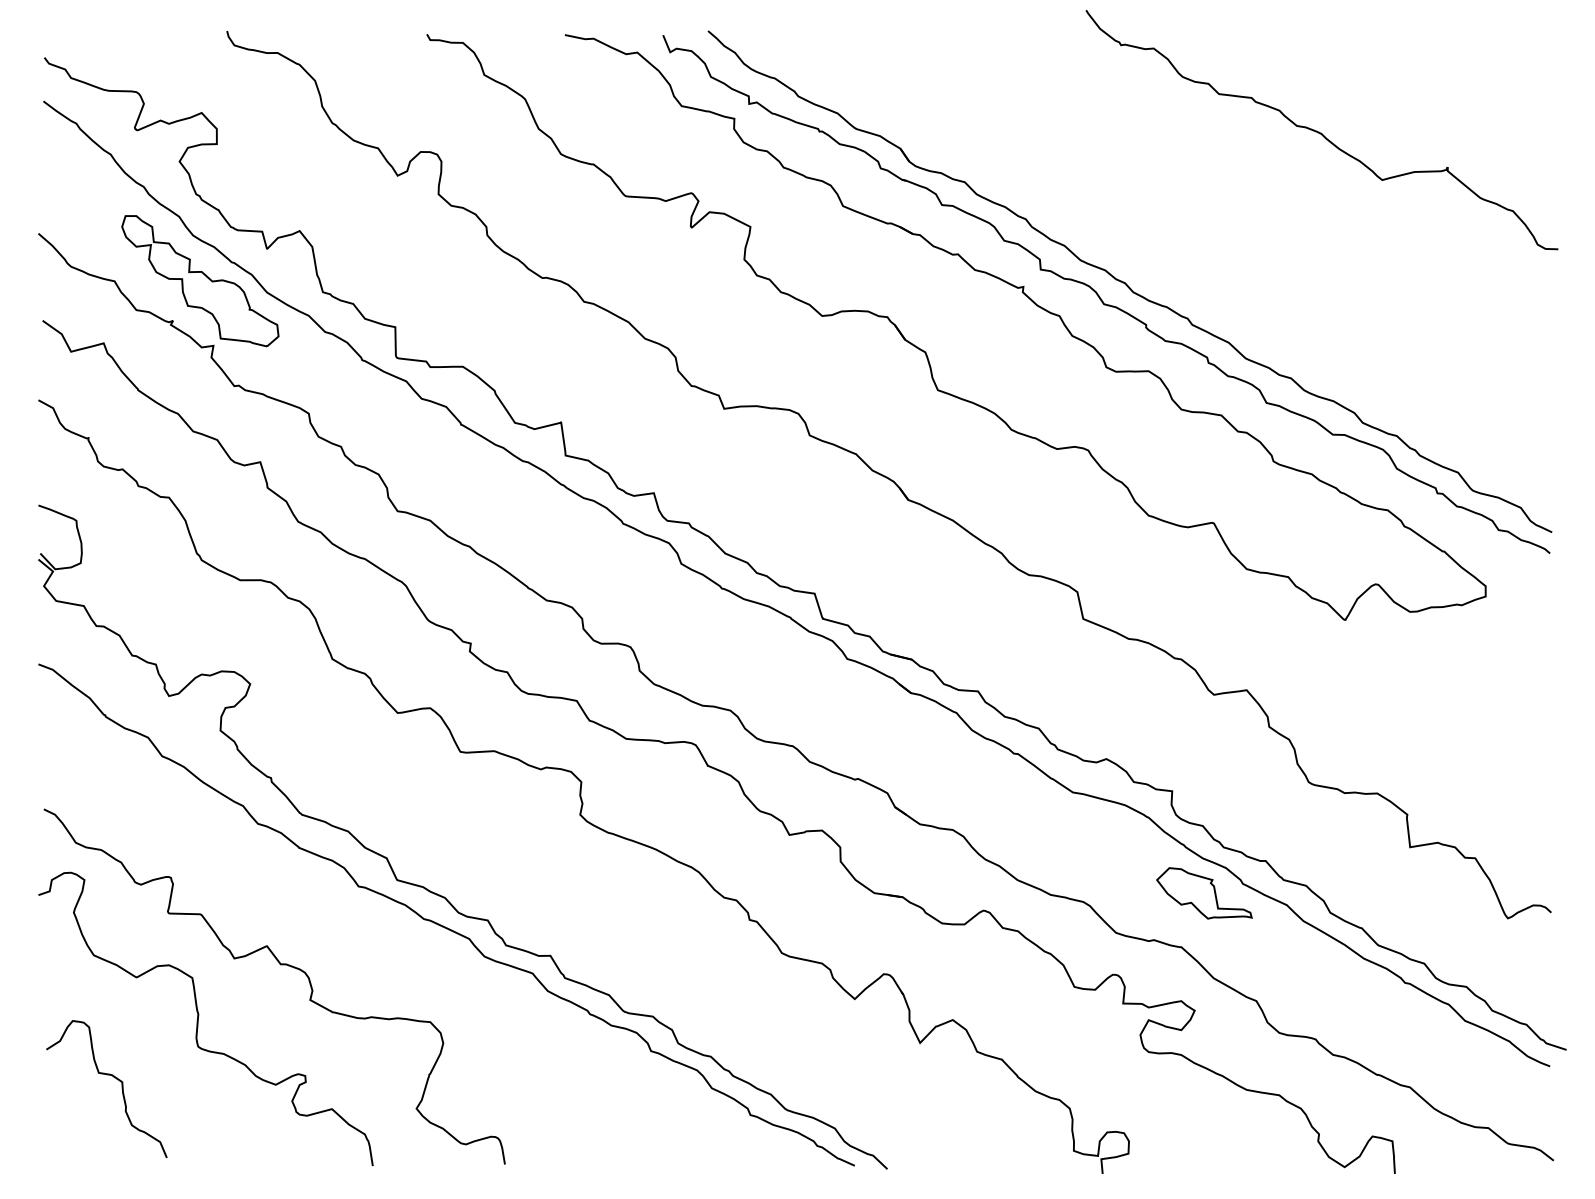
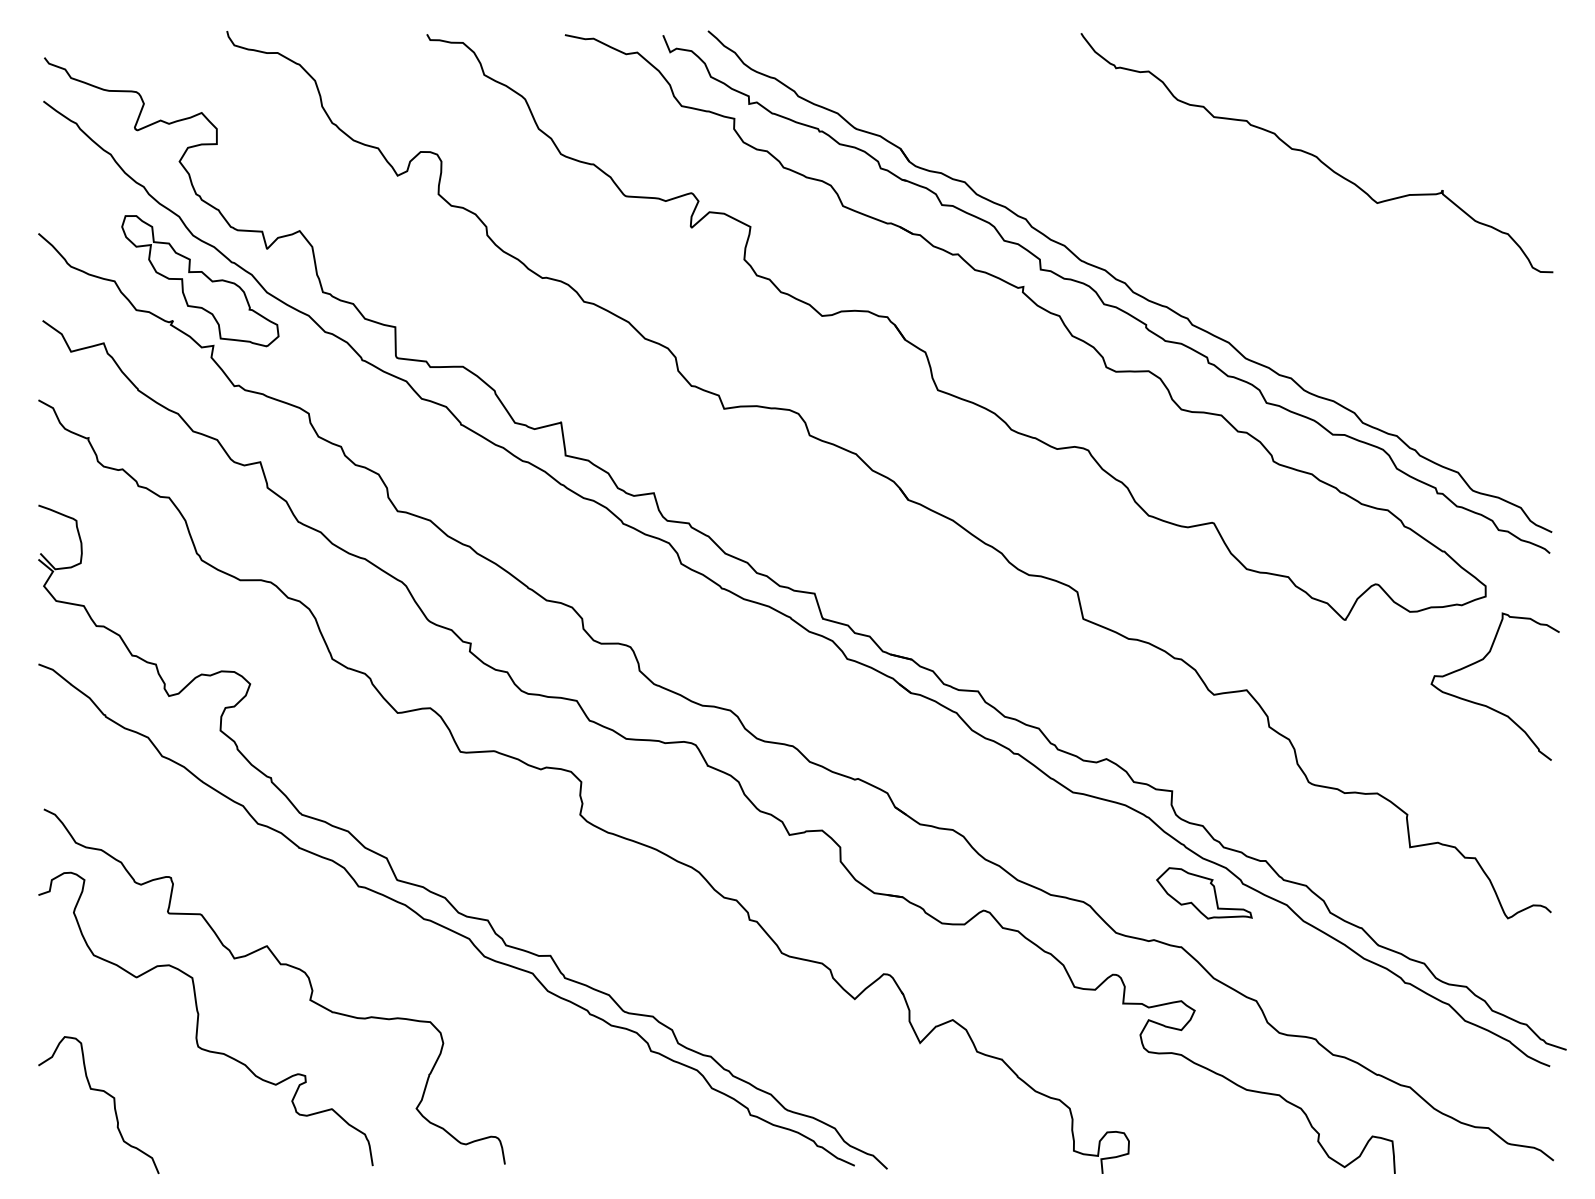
curve at (1321, 132) position: (1321, 132) -> (1316, 155)
curve at (1487, 705): none -> present
curve at (113, 1077) position: (113, 1077) -> (105, 1093)
